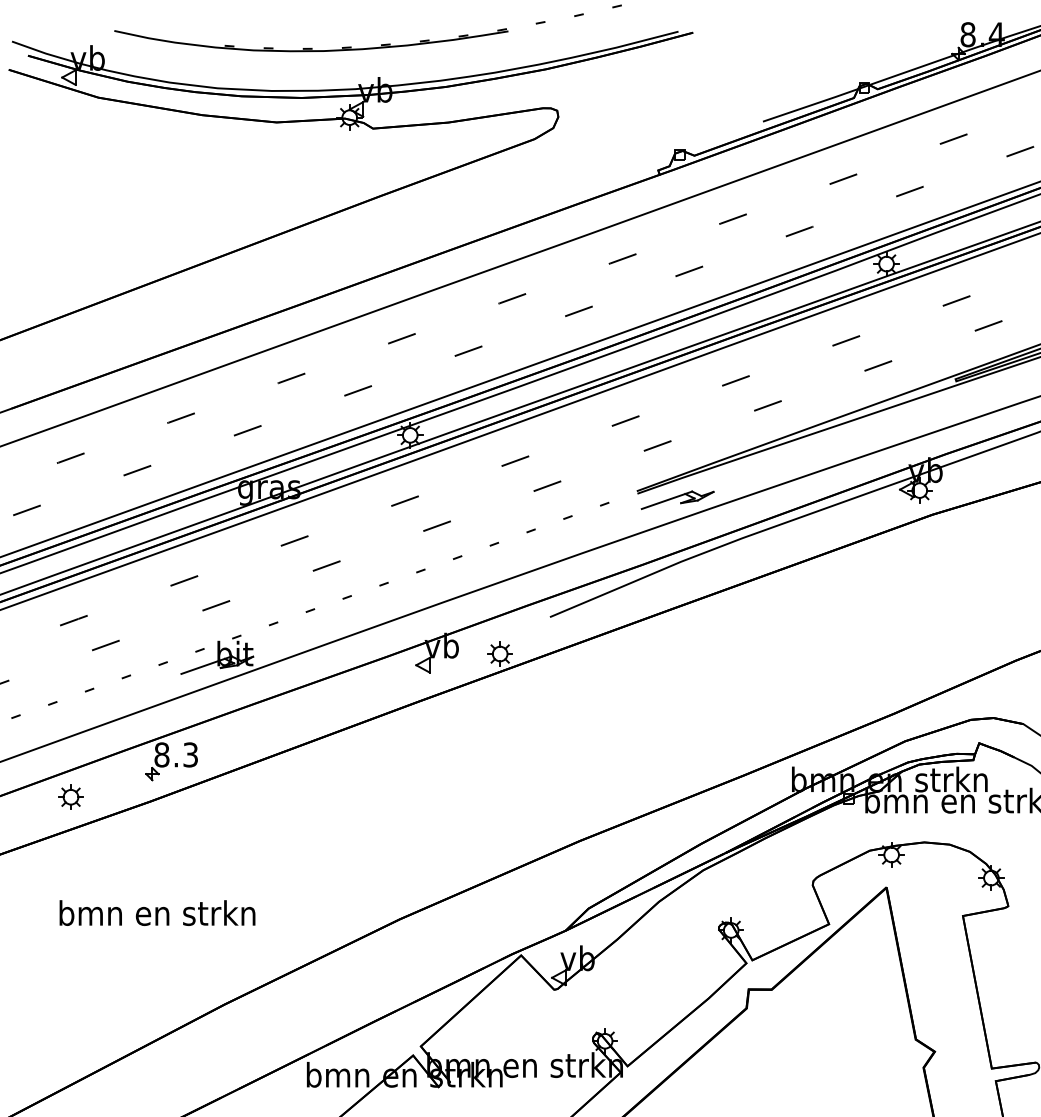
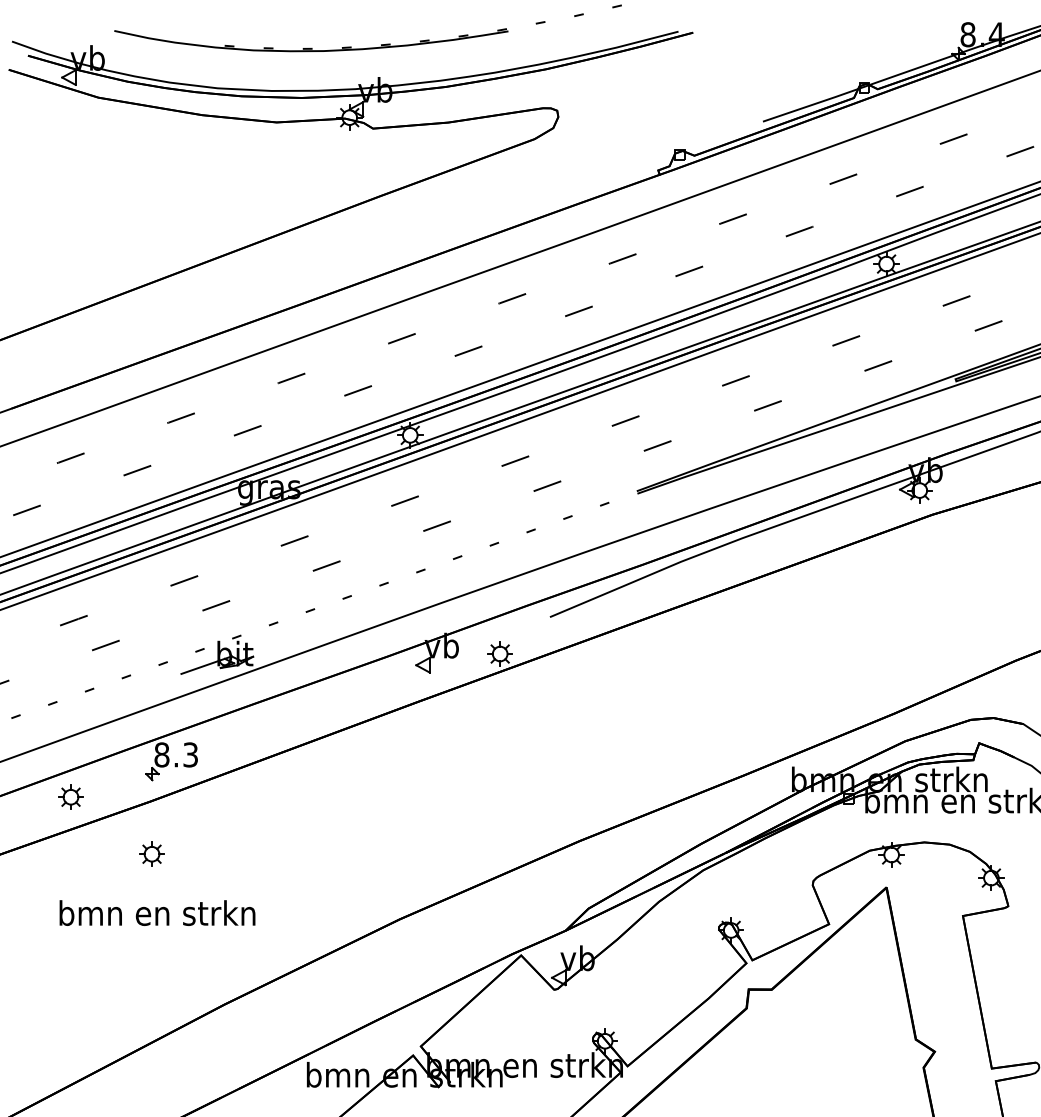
part at (677, 499): present -> none
part at (151, 853): none -> present
